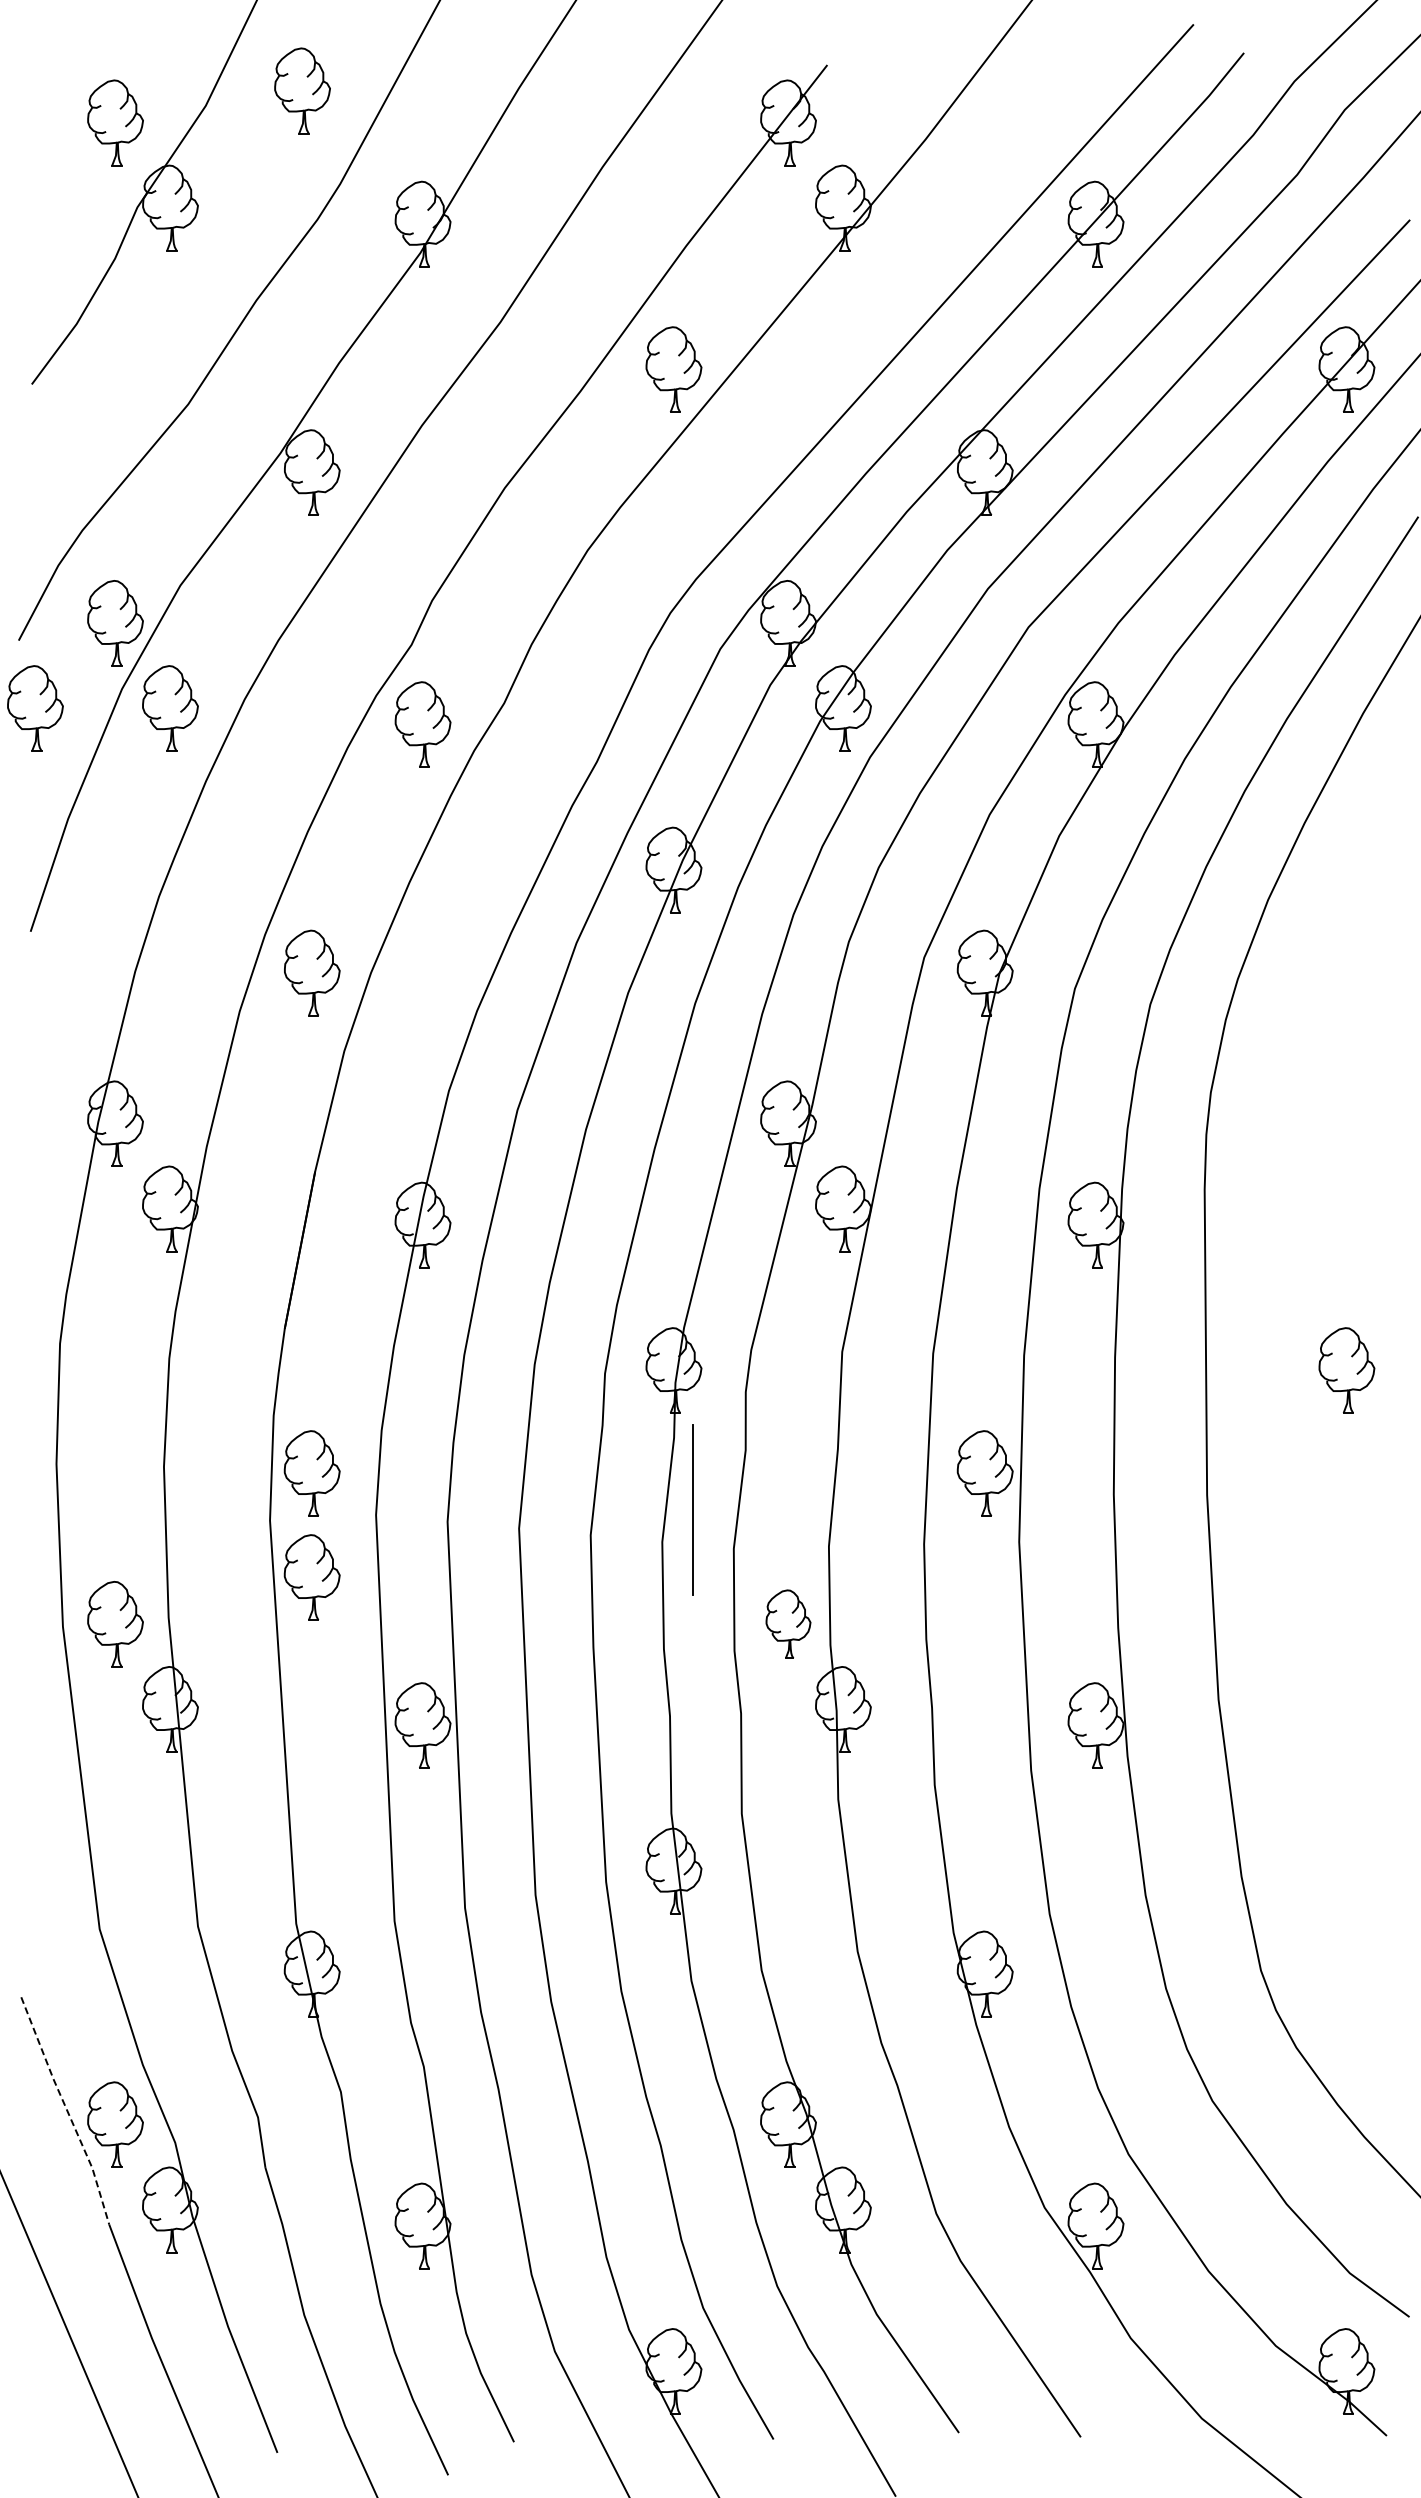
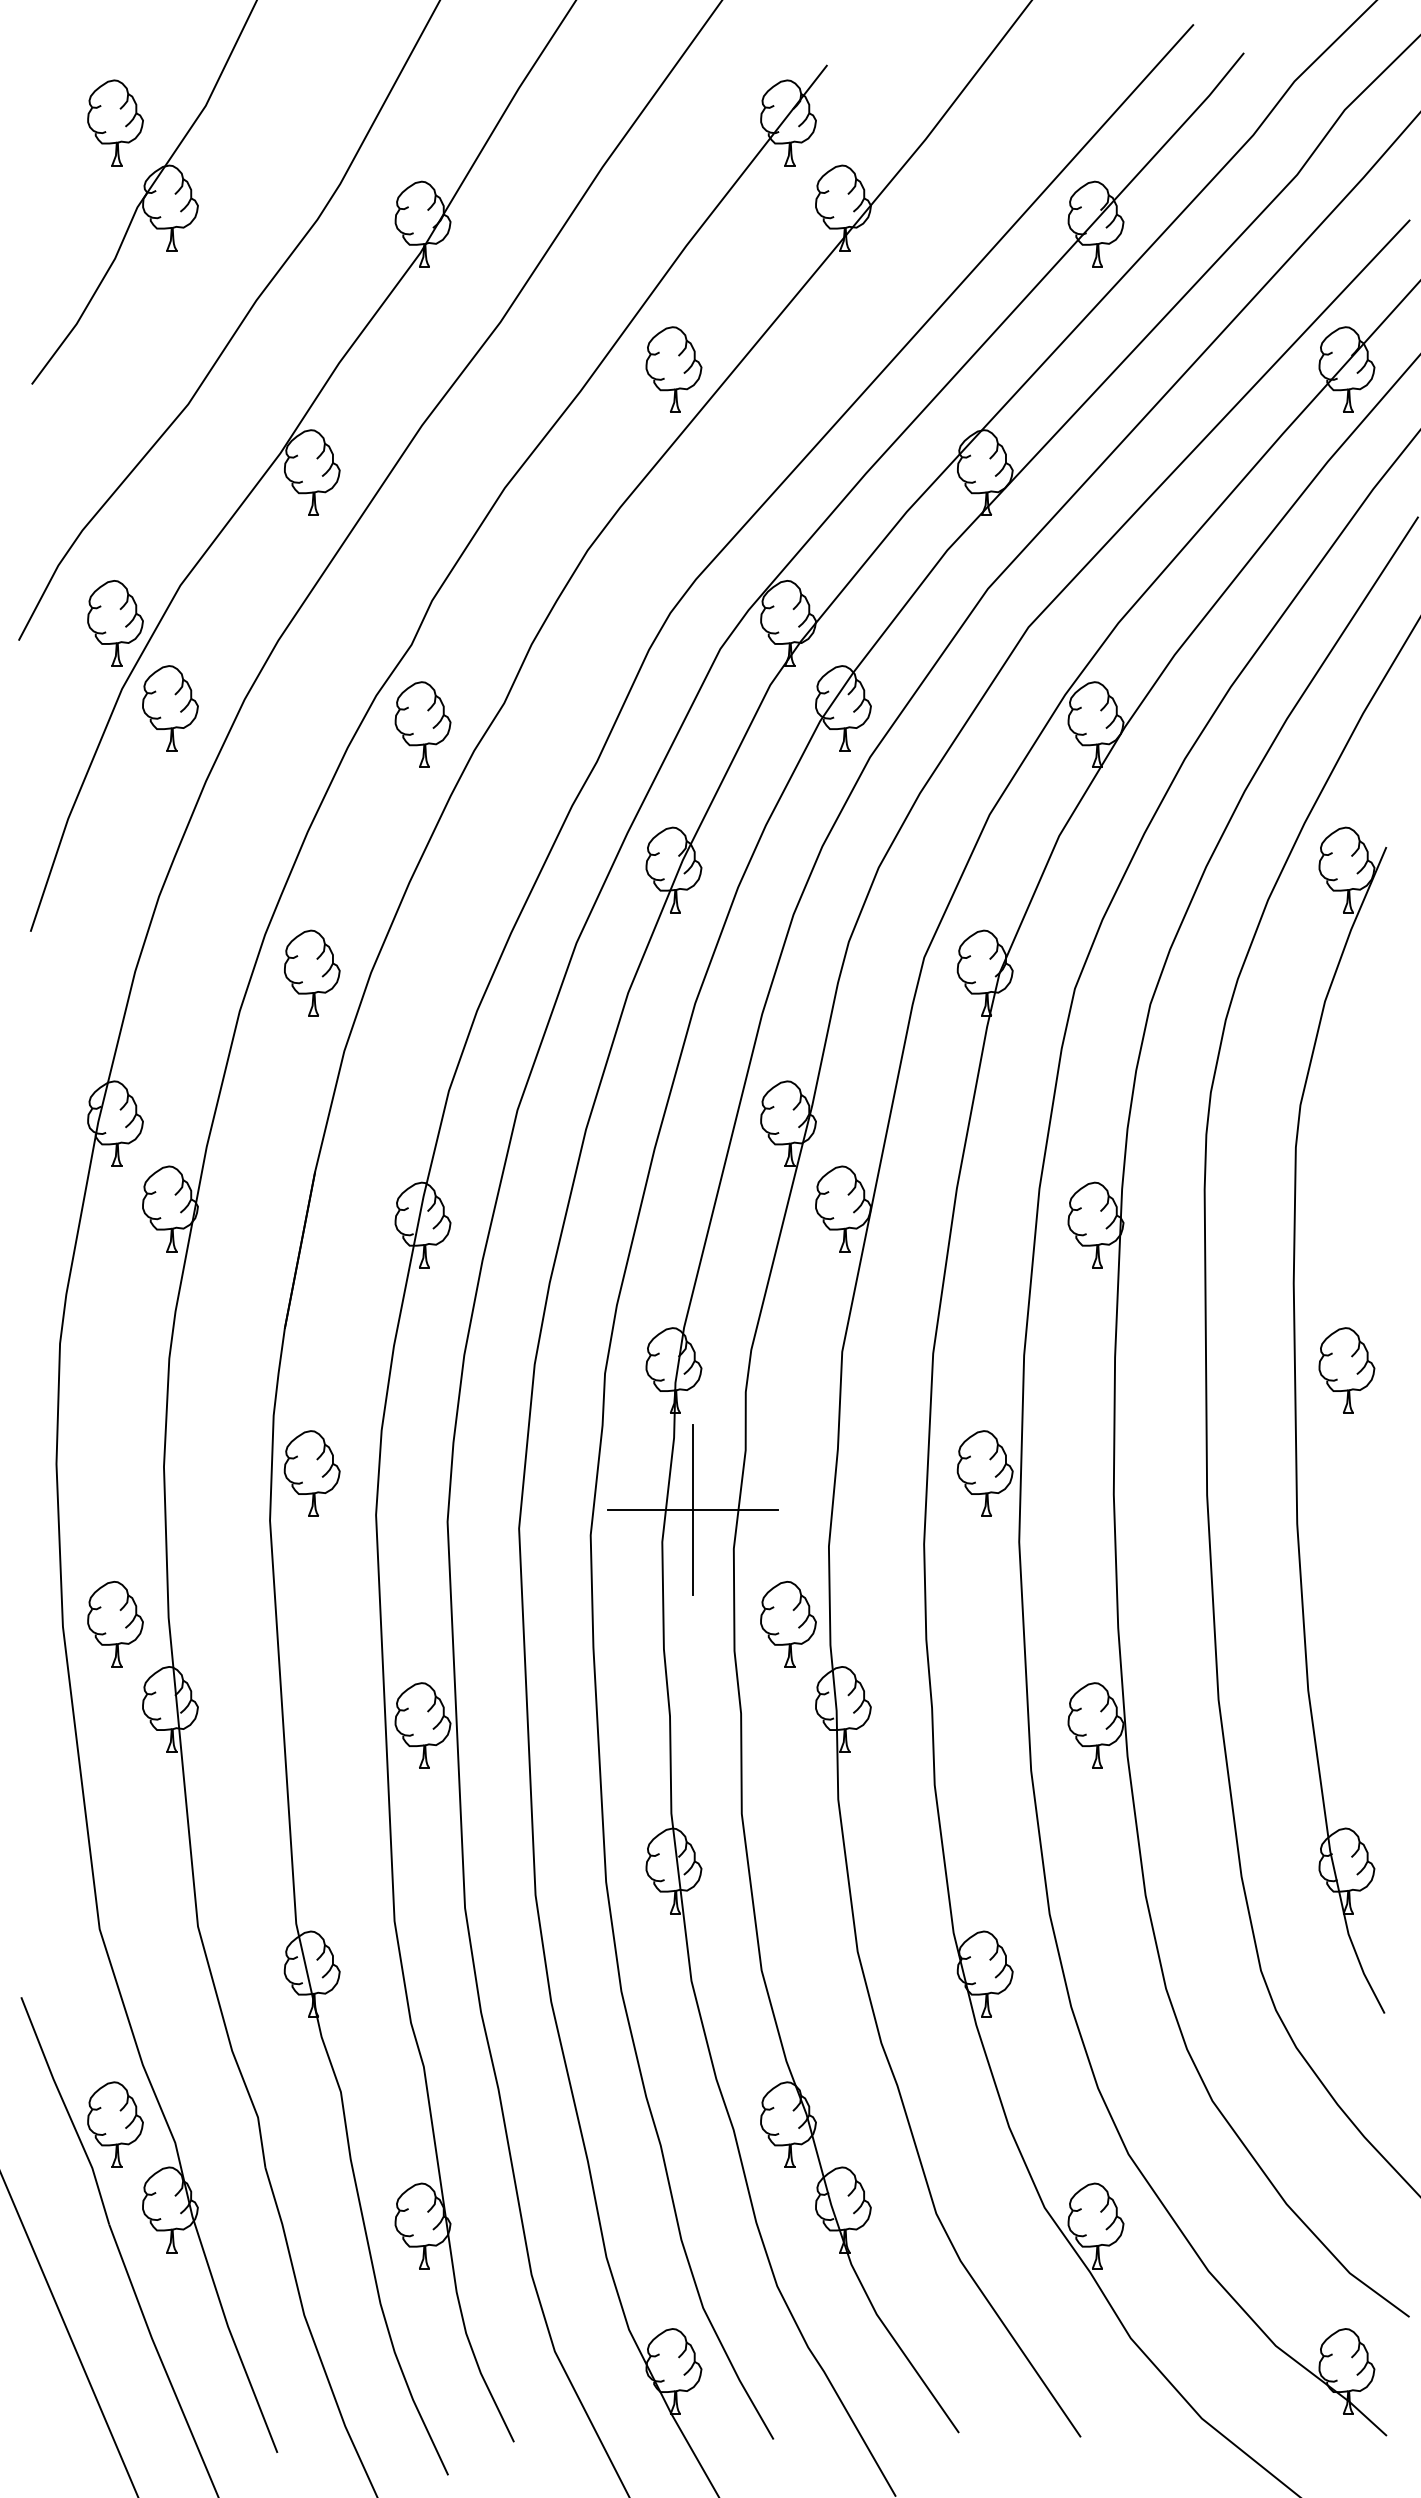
part at (302, 90): present -> none
part at (35, 708): present -> none
part at (1296, 1419): none -> present
line at (692, 1510): none -> present
part at (311, 1577): present -> none
part at (788, 1623) size: 47x70 px -> 57x87 px
line at (67, 2110): dashed -> solid
